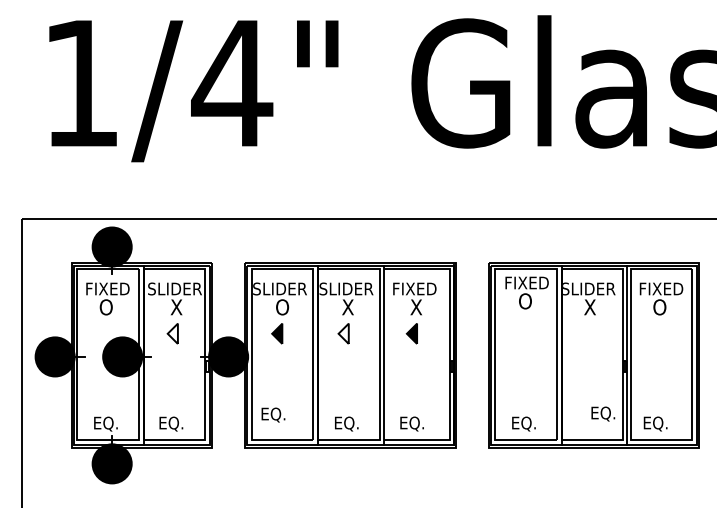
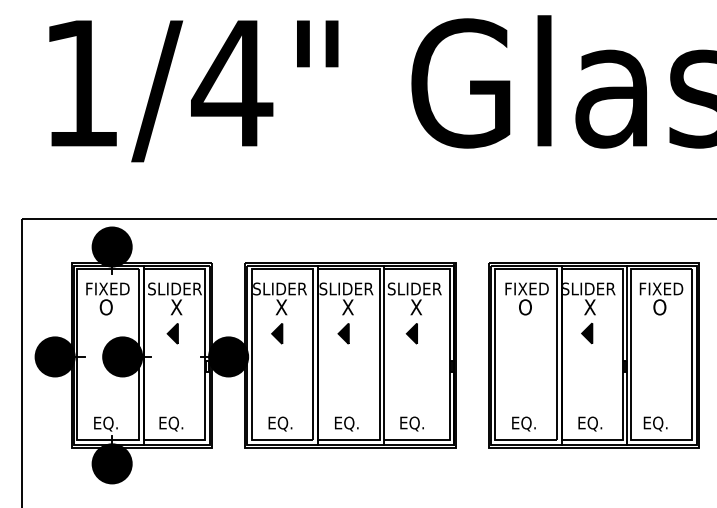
text at (414, 288): FIXED -> SLIDER
text at (526, 292) position: (526, 292) -> (526, 298)
text at (282, 307): O -> X
fill at (172, 333): none -> present
fill at (343, 333): none -> present
part at (587, 333): none -> present
text at (603, 413) position: (603, 413) -> (590, 423)
text at (273, 414) position: (273, 414) -> (280, 423)
